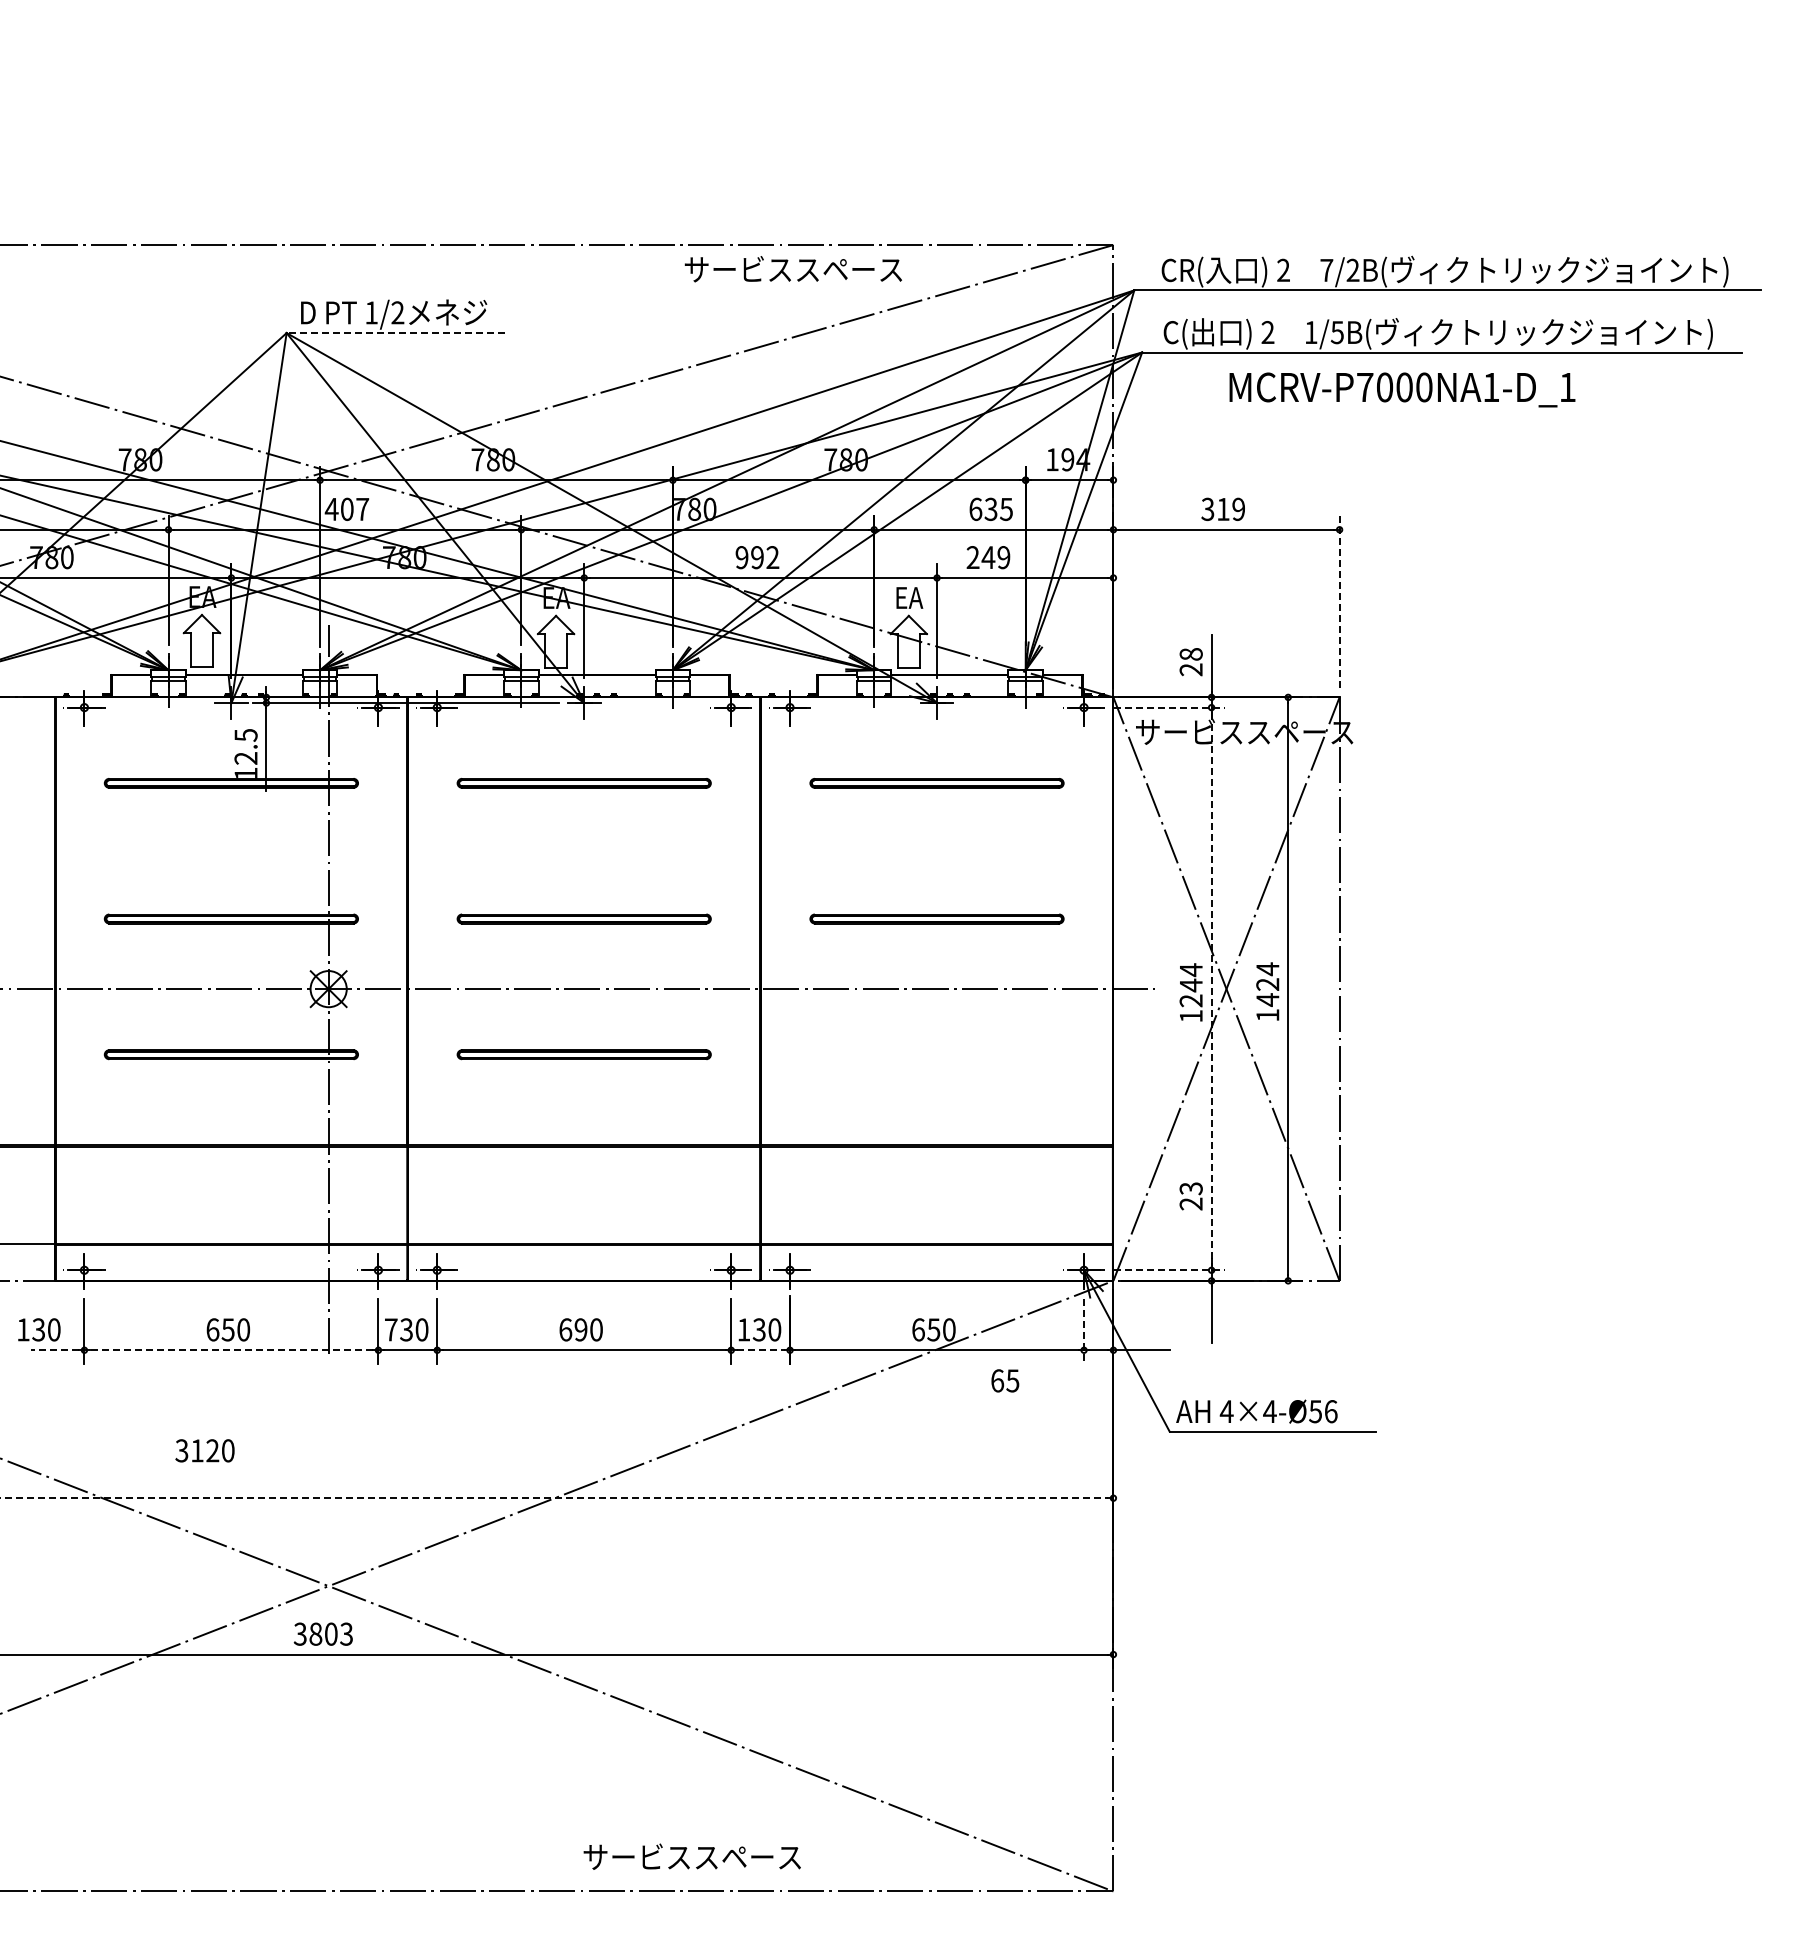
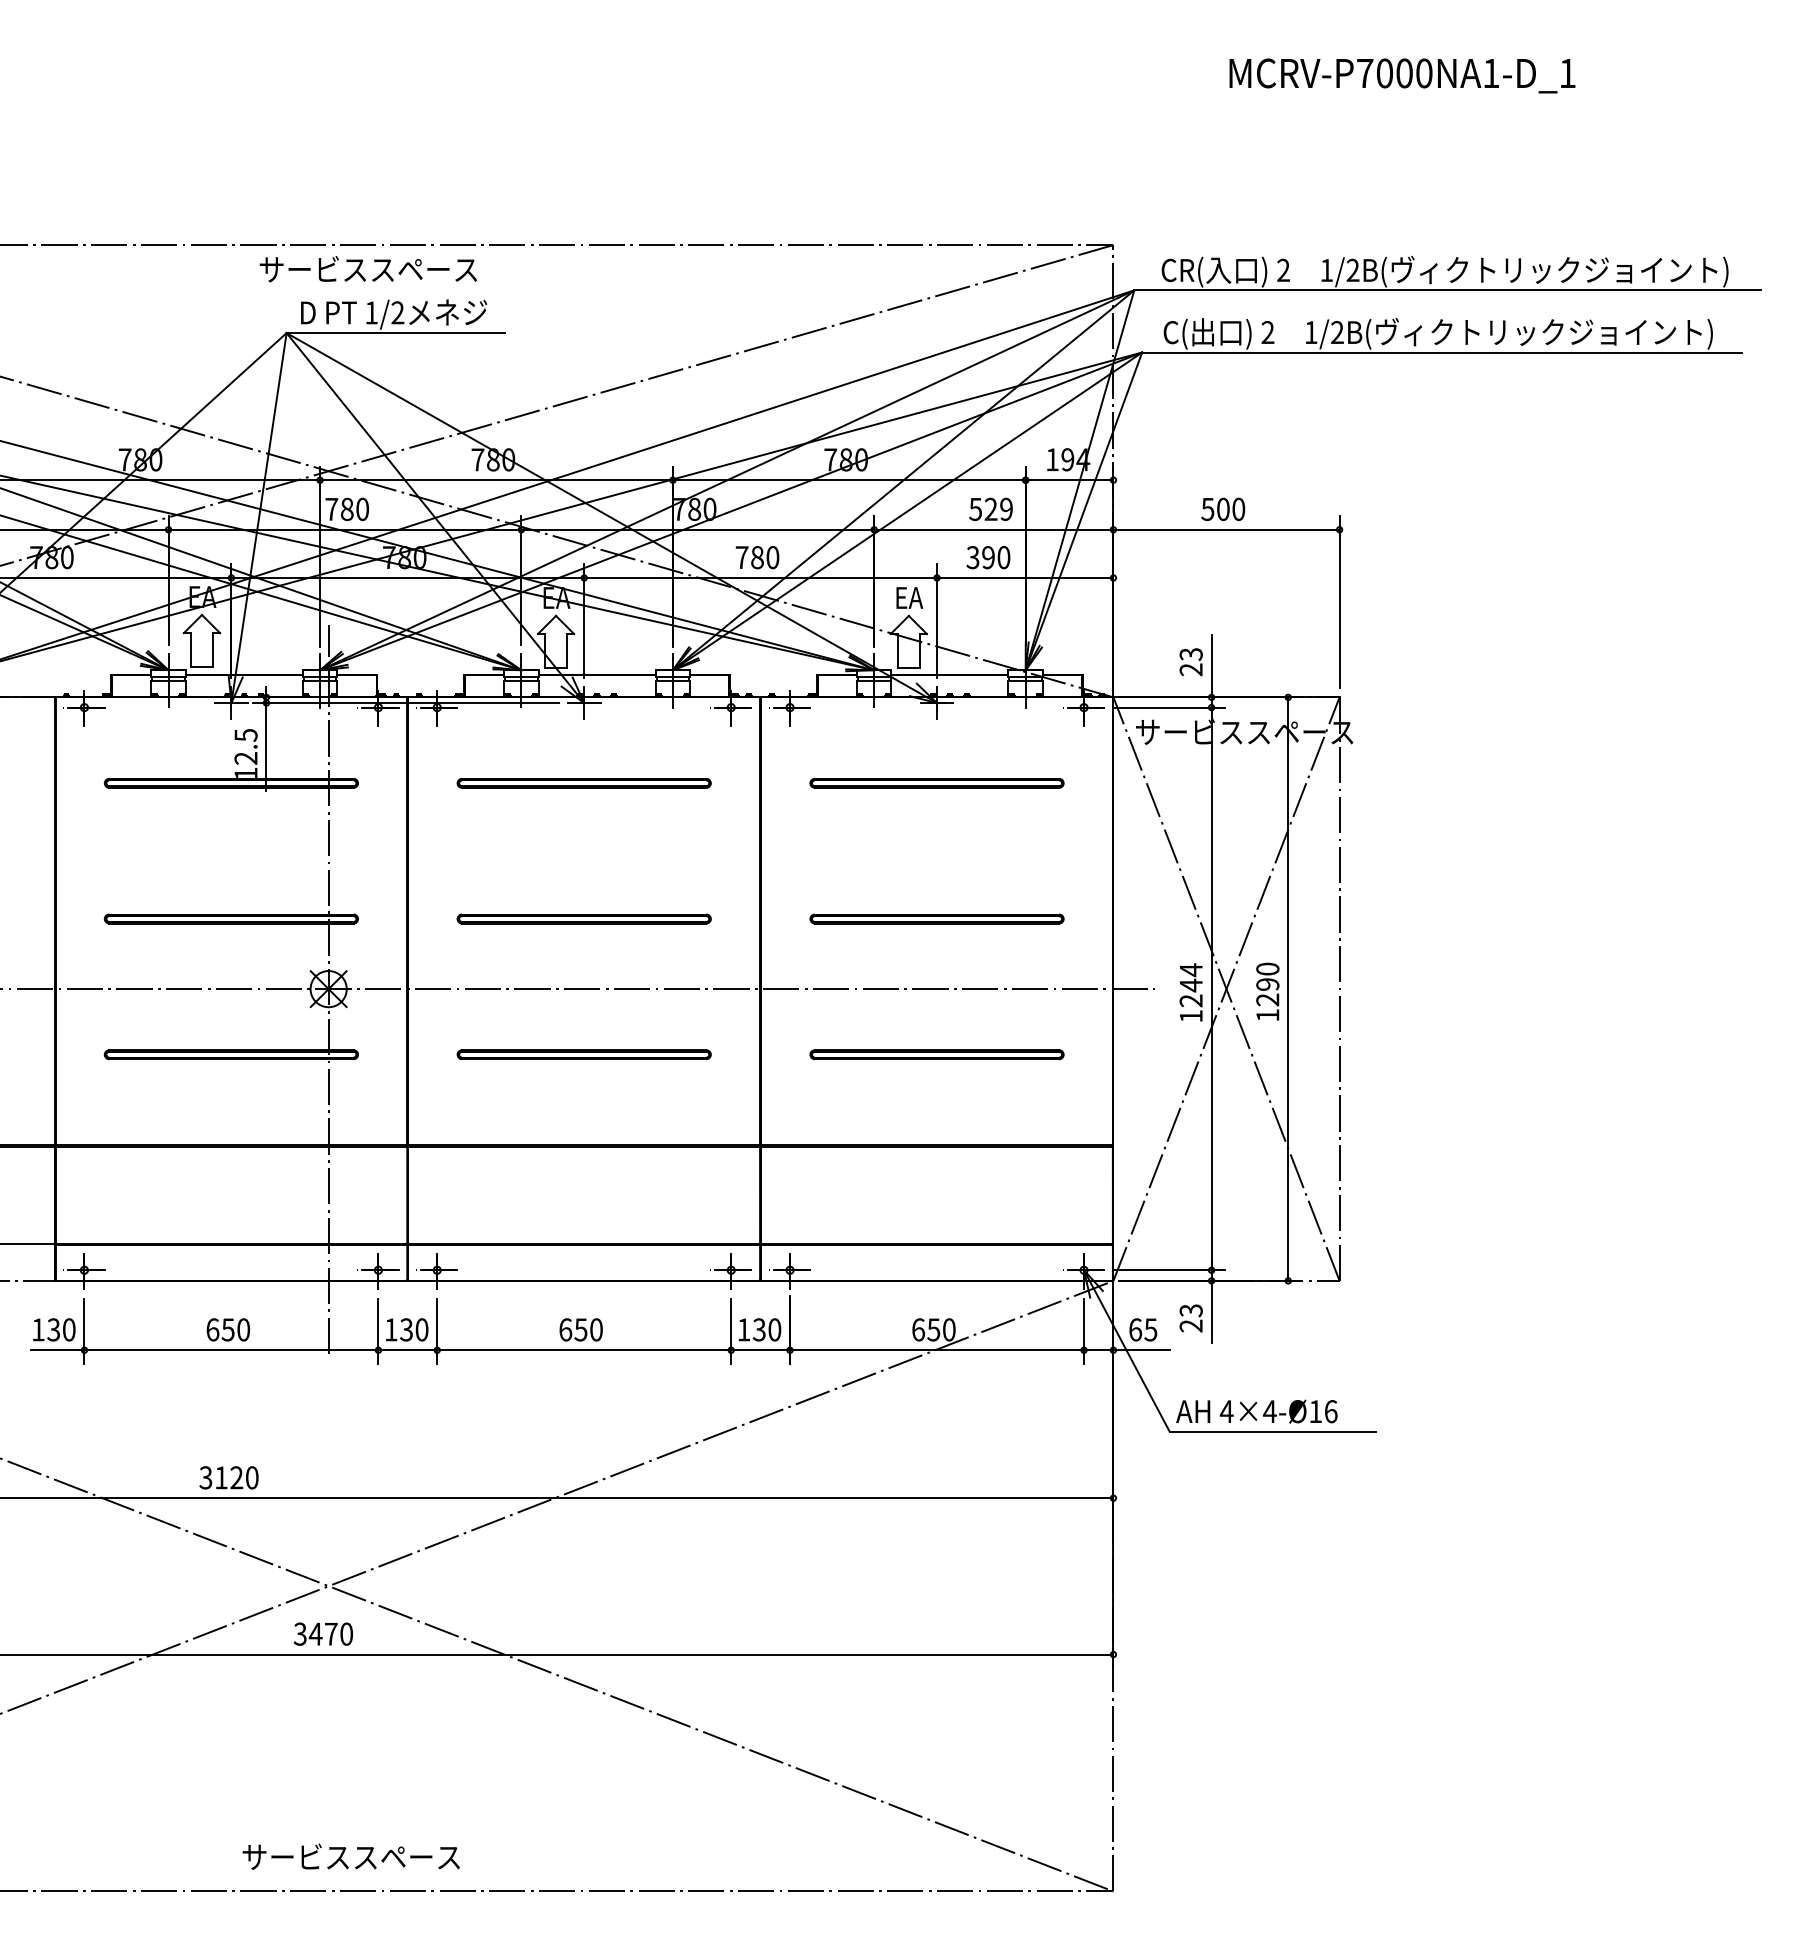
text at (792, 269) position: (792, 269) -> (367, 269)
text at (1326, 270): 7/2B( -> 1/2B(
text at (1336, 332): 1/5B( -> 1/2B(
line at (395, 333): dashed -> solid
text at (1402, 389) position: (1402, 389) -> (1402, 75)
text at (346, 509): 407 -> 780
text at (990, 509): 635 -> 529
text at (1223, 509): 319 -> 500
text at (757, 557): 992 -> 780
text at (988, 557): 249 -> 390
line at (1339, 601): dashed -> solid
text at (1190, 654): 28 -> 23
line at (1170, 707): dashed -> solid
text at (1267, 984): 1424 -> 1290
line at (1211, 988): dashed -> solid
part at (936, 1054): none -> present
text at (1190, 1196) position: (1190, 1196) -> (1190, 1318)
line at (1170, 1270): dashed -> solid
text at (39, 1329) position: (39, 1329) -> (54, 1329)
text at (391, 1329): 730 -> 130
text at (580, 1329): 690 -> 650
line at (1084, 1331): dashed -> solid
line at (55, 1350): dashed -> solid
line at (231, 1350): dashed -> solid
line at (760, 1350): dashed -> solid
text at (1005, 1380) position: (1005, 1380) -> (1143, 1329)
text at (1315, 1411): 4×4-Ø56 -> 4×4-Ø16
text at (204, 1450) position: (204, 1450) -> (228, 1477)
line at (554, 1498): dashed -> solid
text at (330, 1633): 3803 -> 3470
text at (691, 1856) position: (691, 1856) -> (350, 1856)
